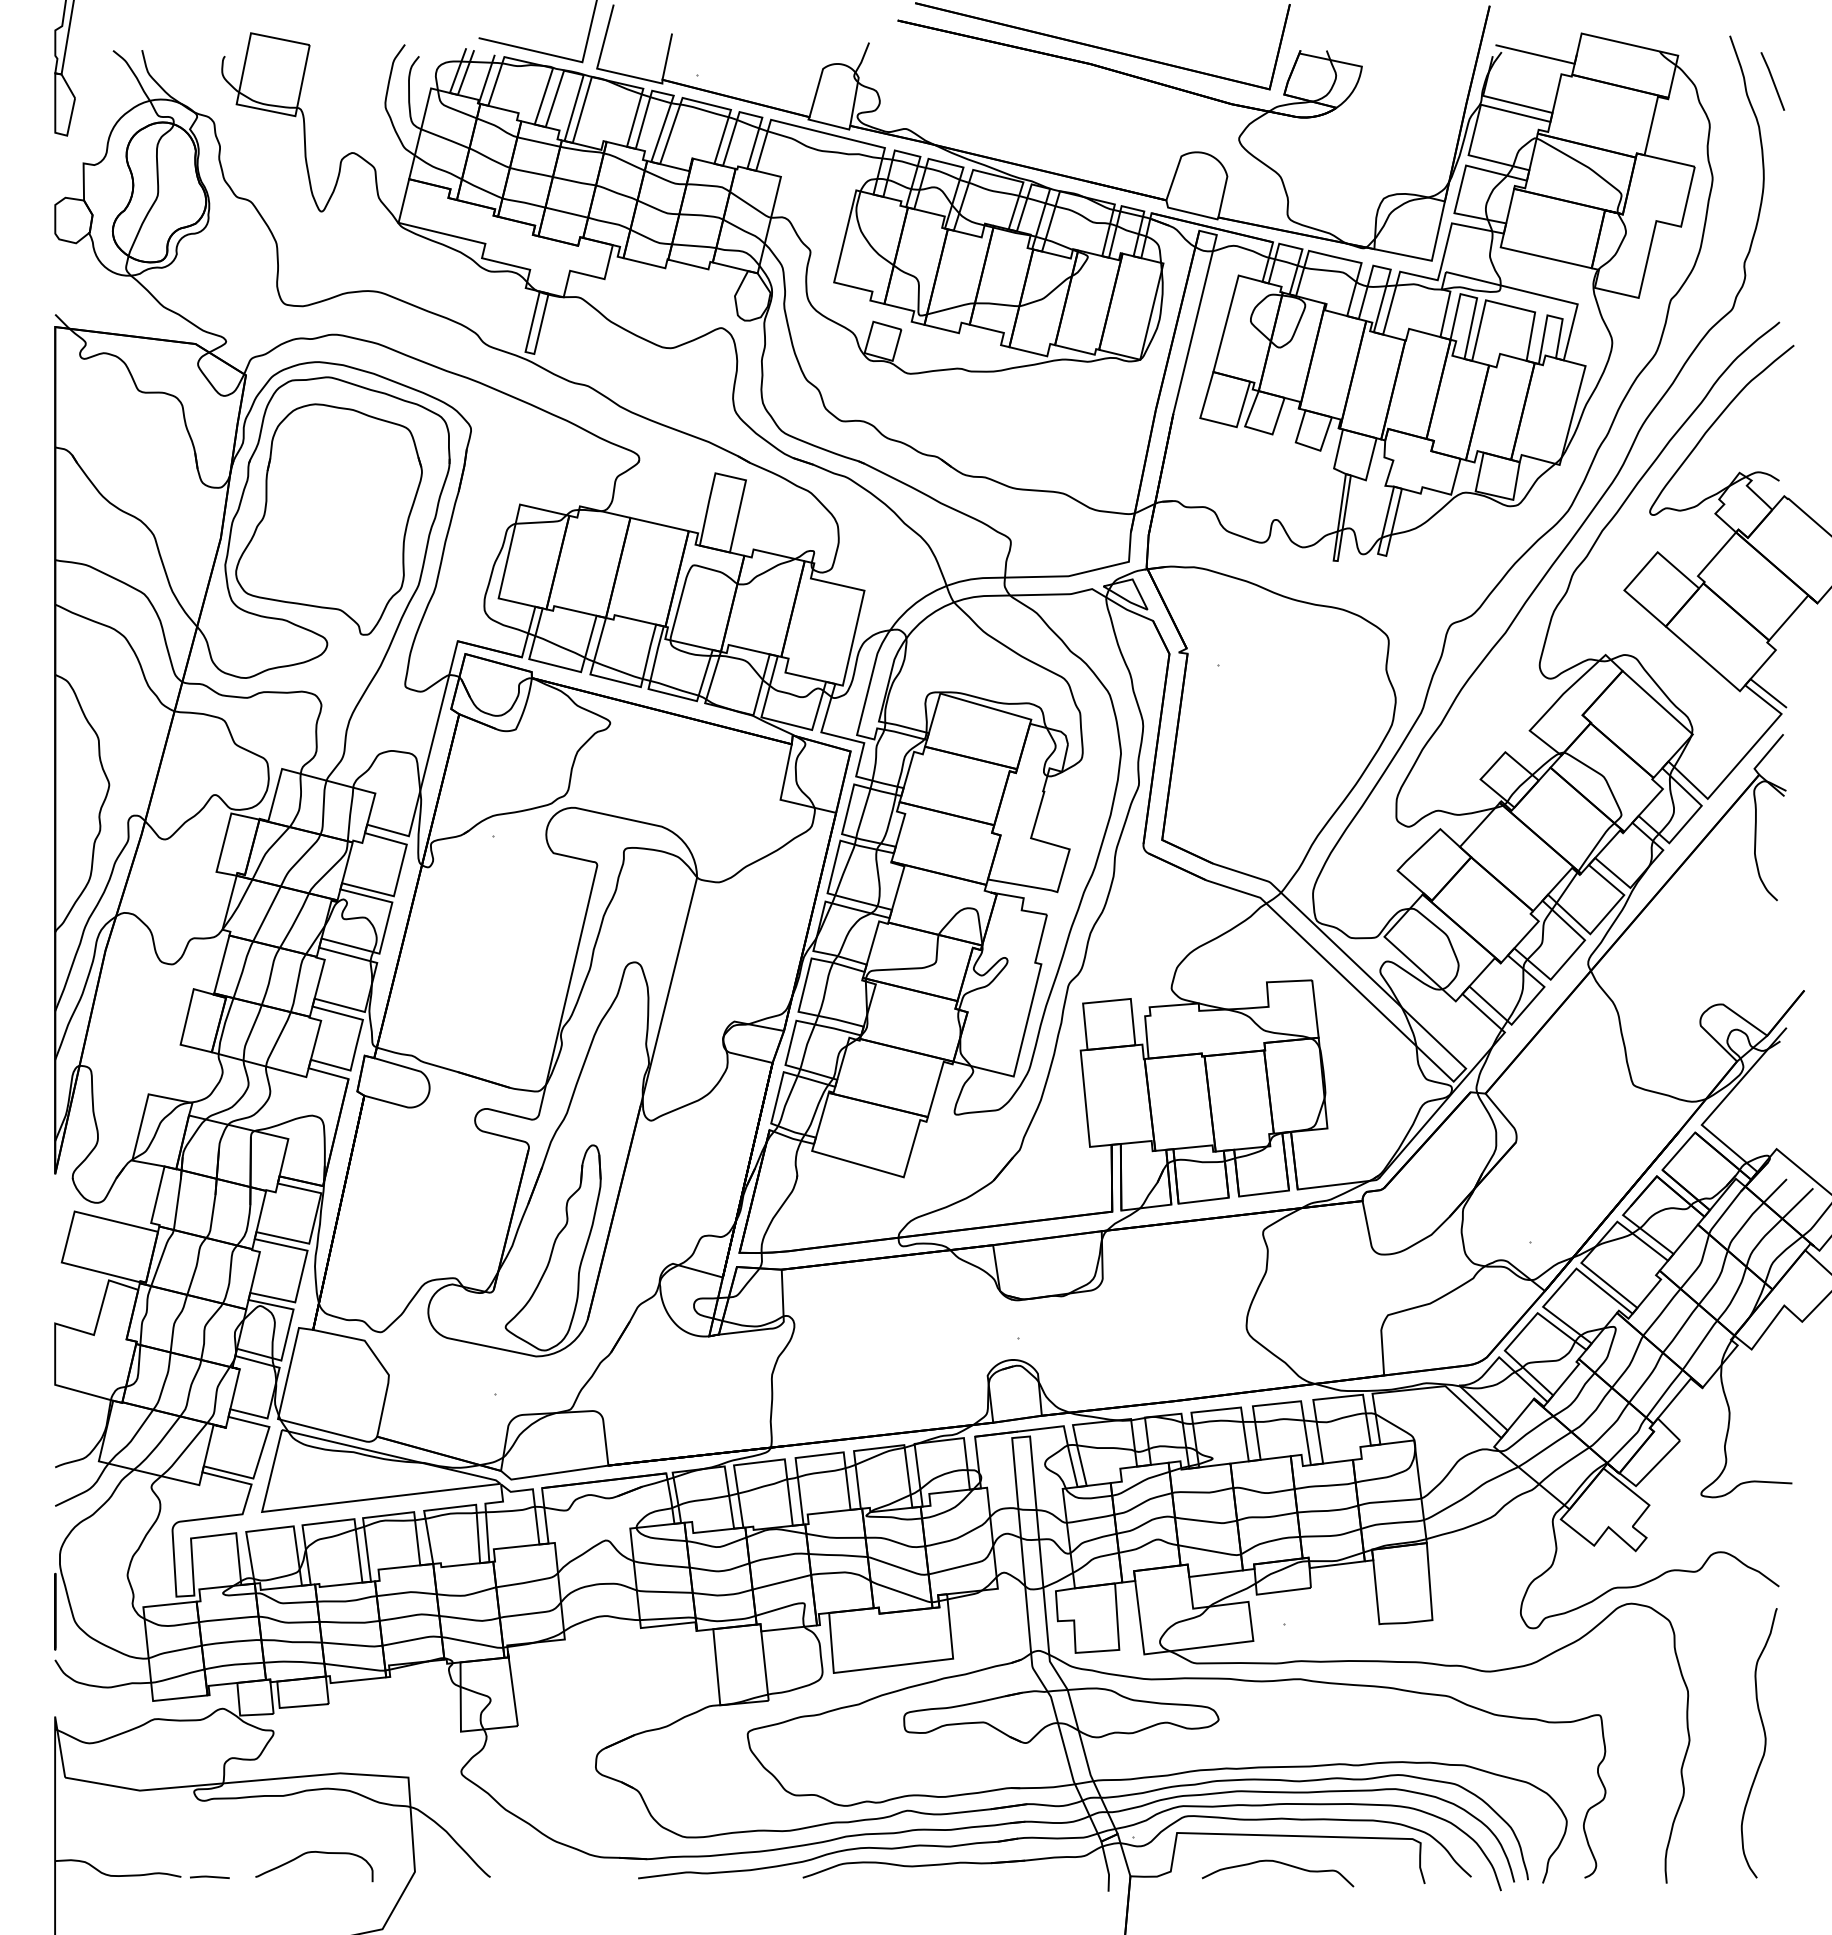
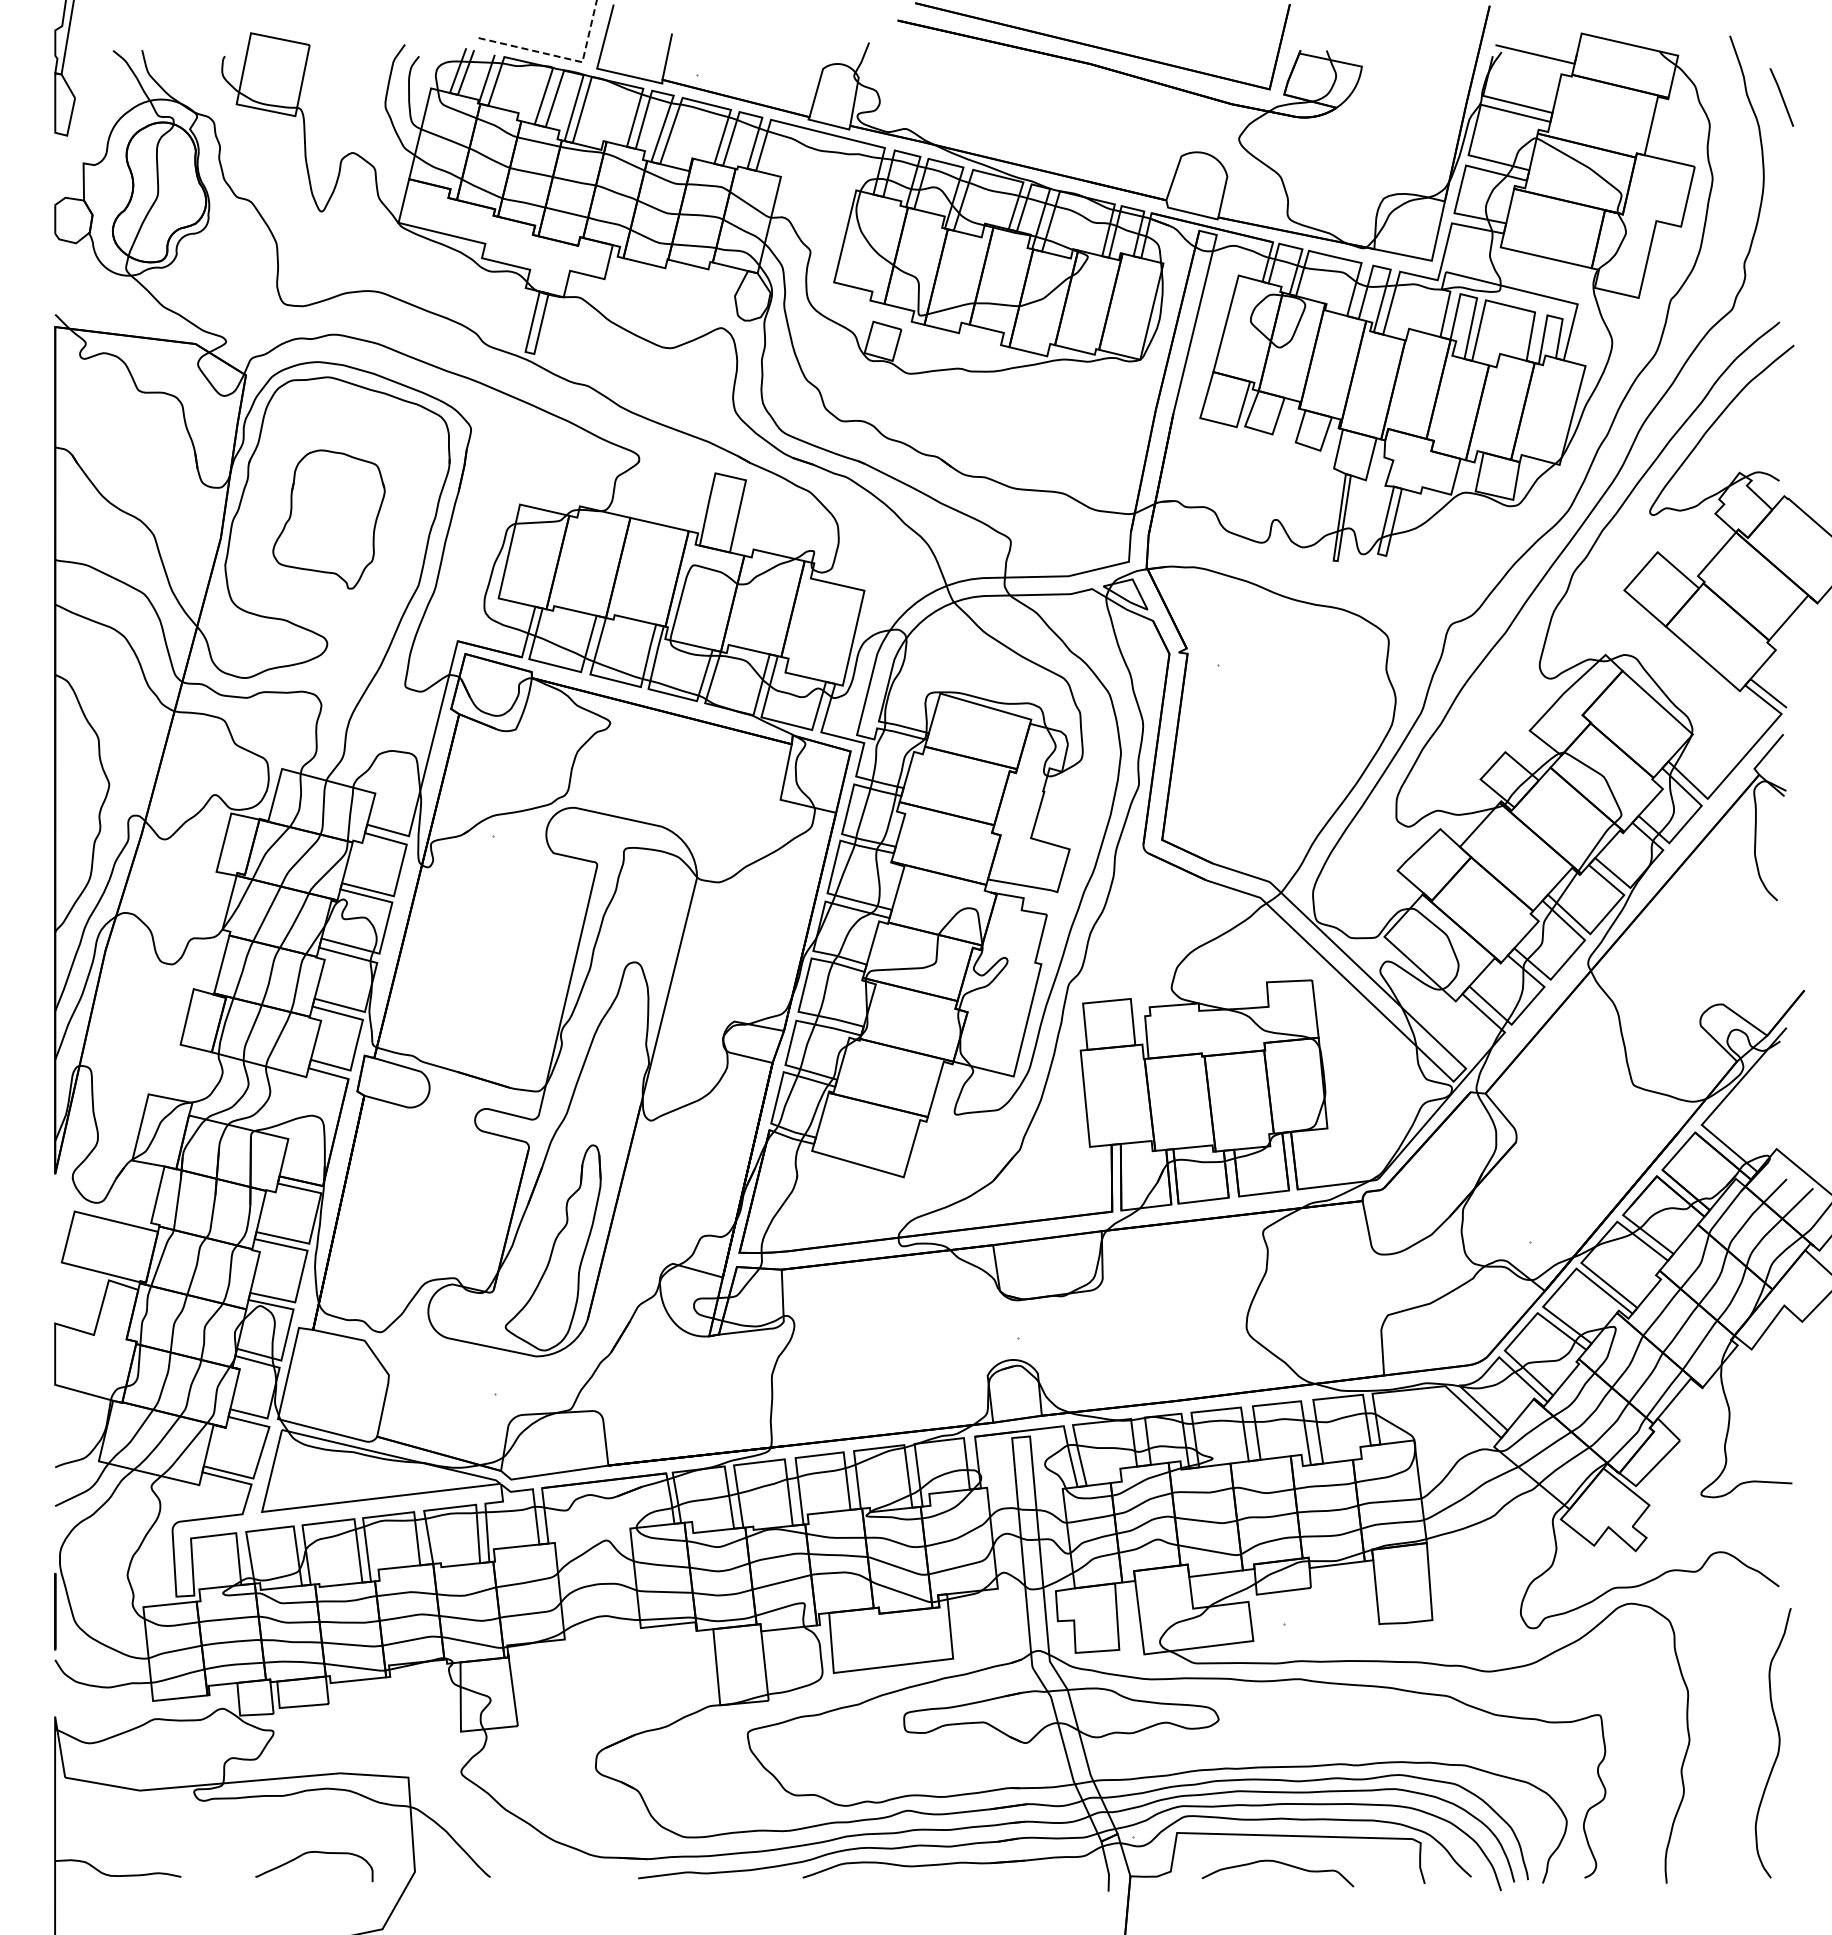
line at (562, 57): solid -> dashed
line at (1772, 81) position: (1772, 81) -> (1781, 97)
part at (328, 519) size: 188x233 px -> 114x141 px
curve at (1764, 1743) position: (1764, 1743) -> (1778, 1743)
line at (209, 1876): present -> none
